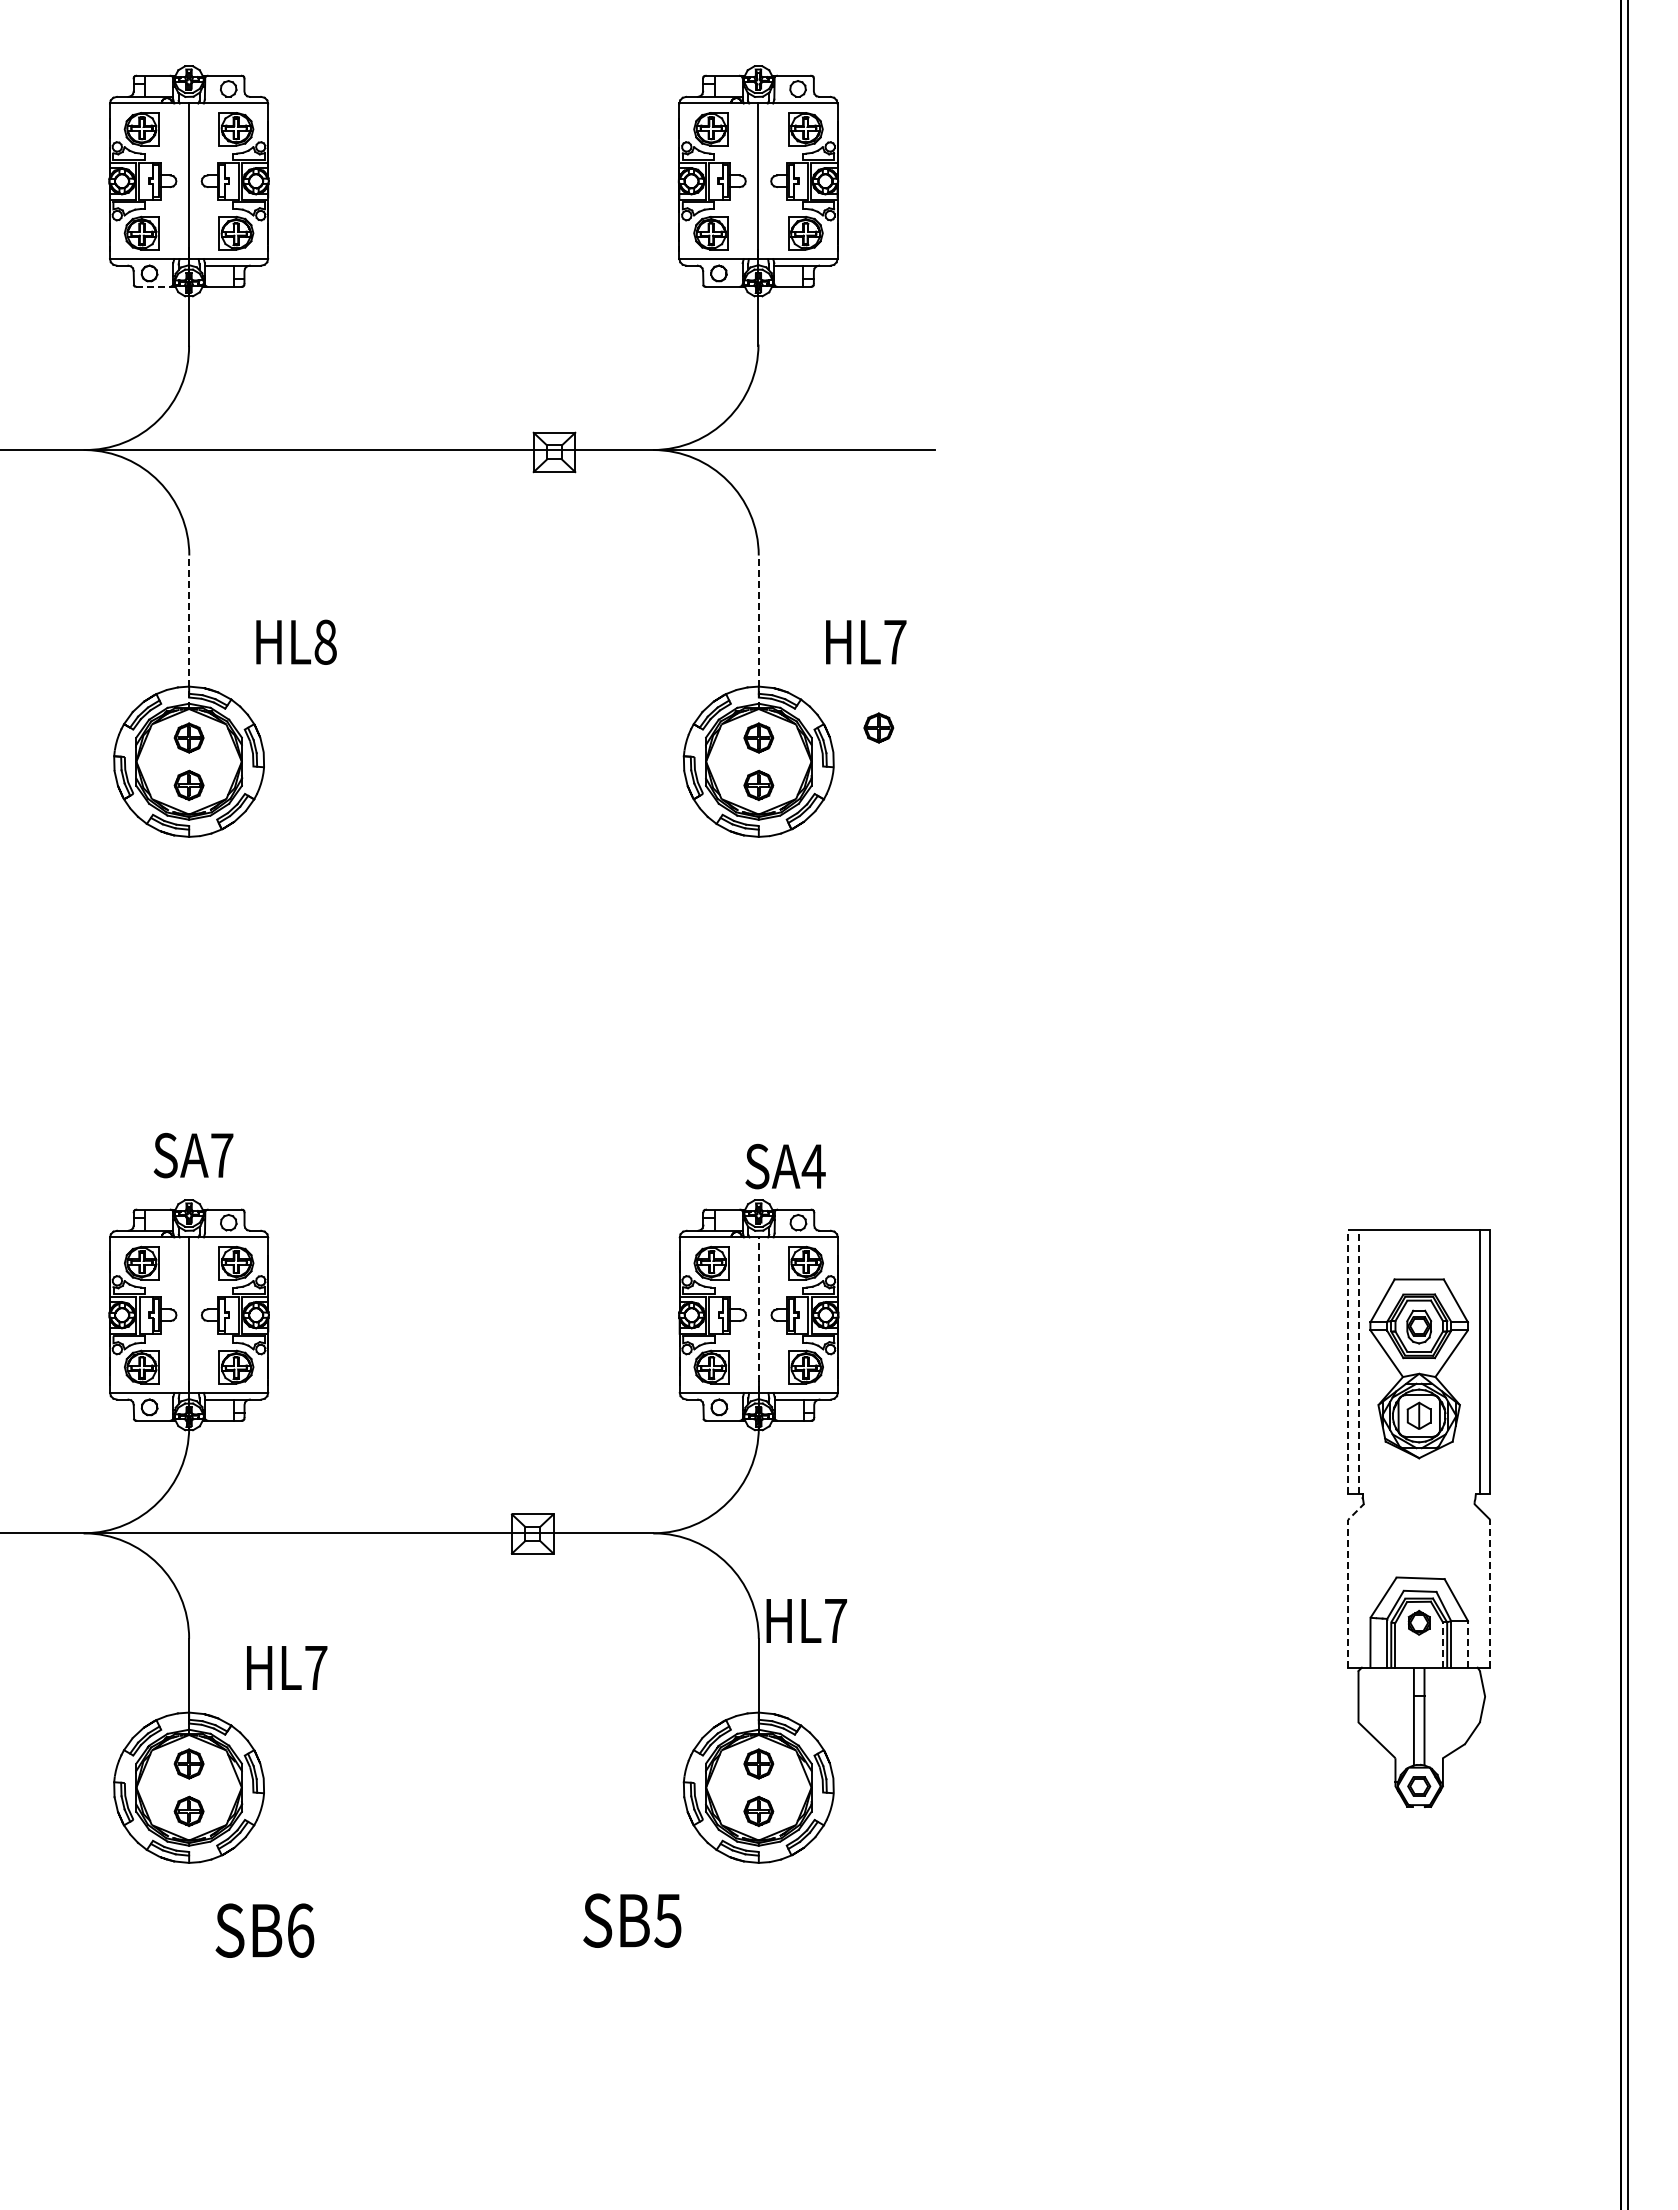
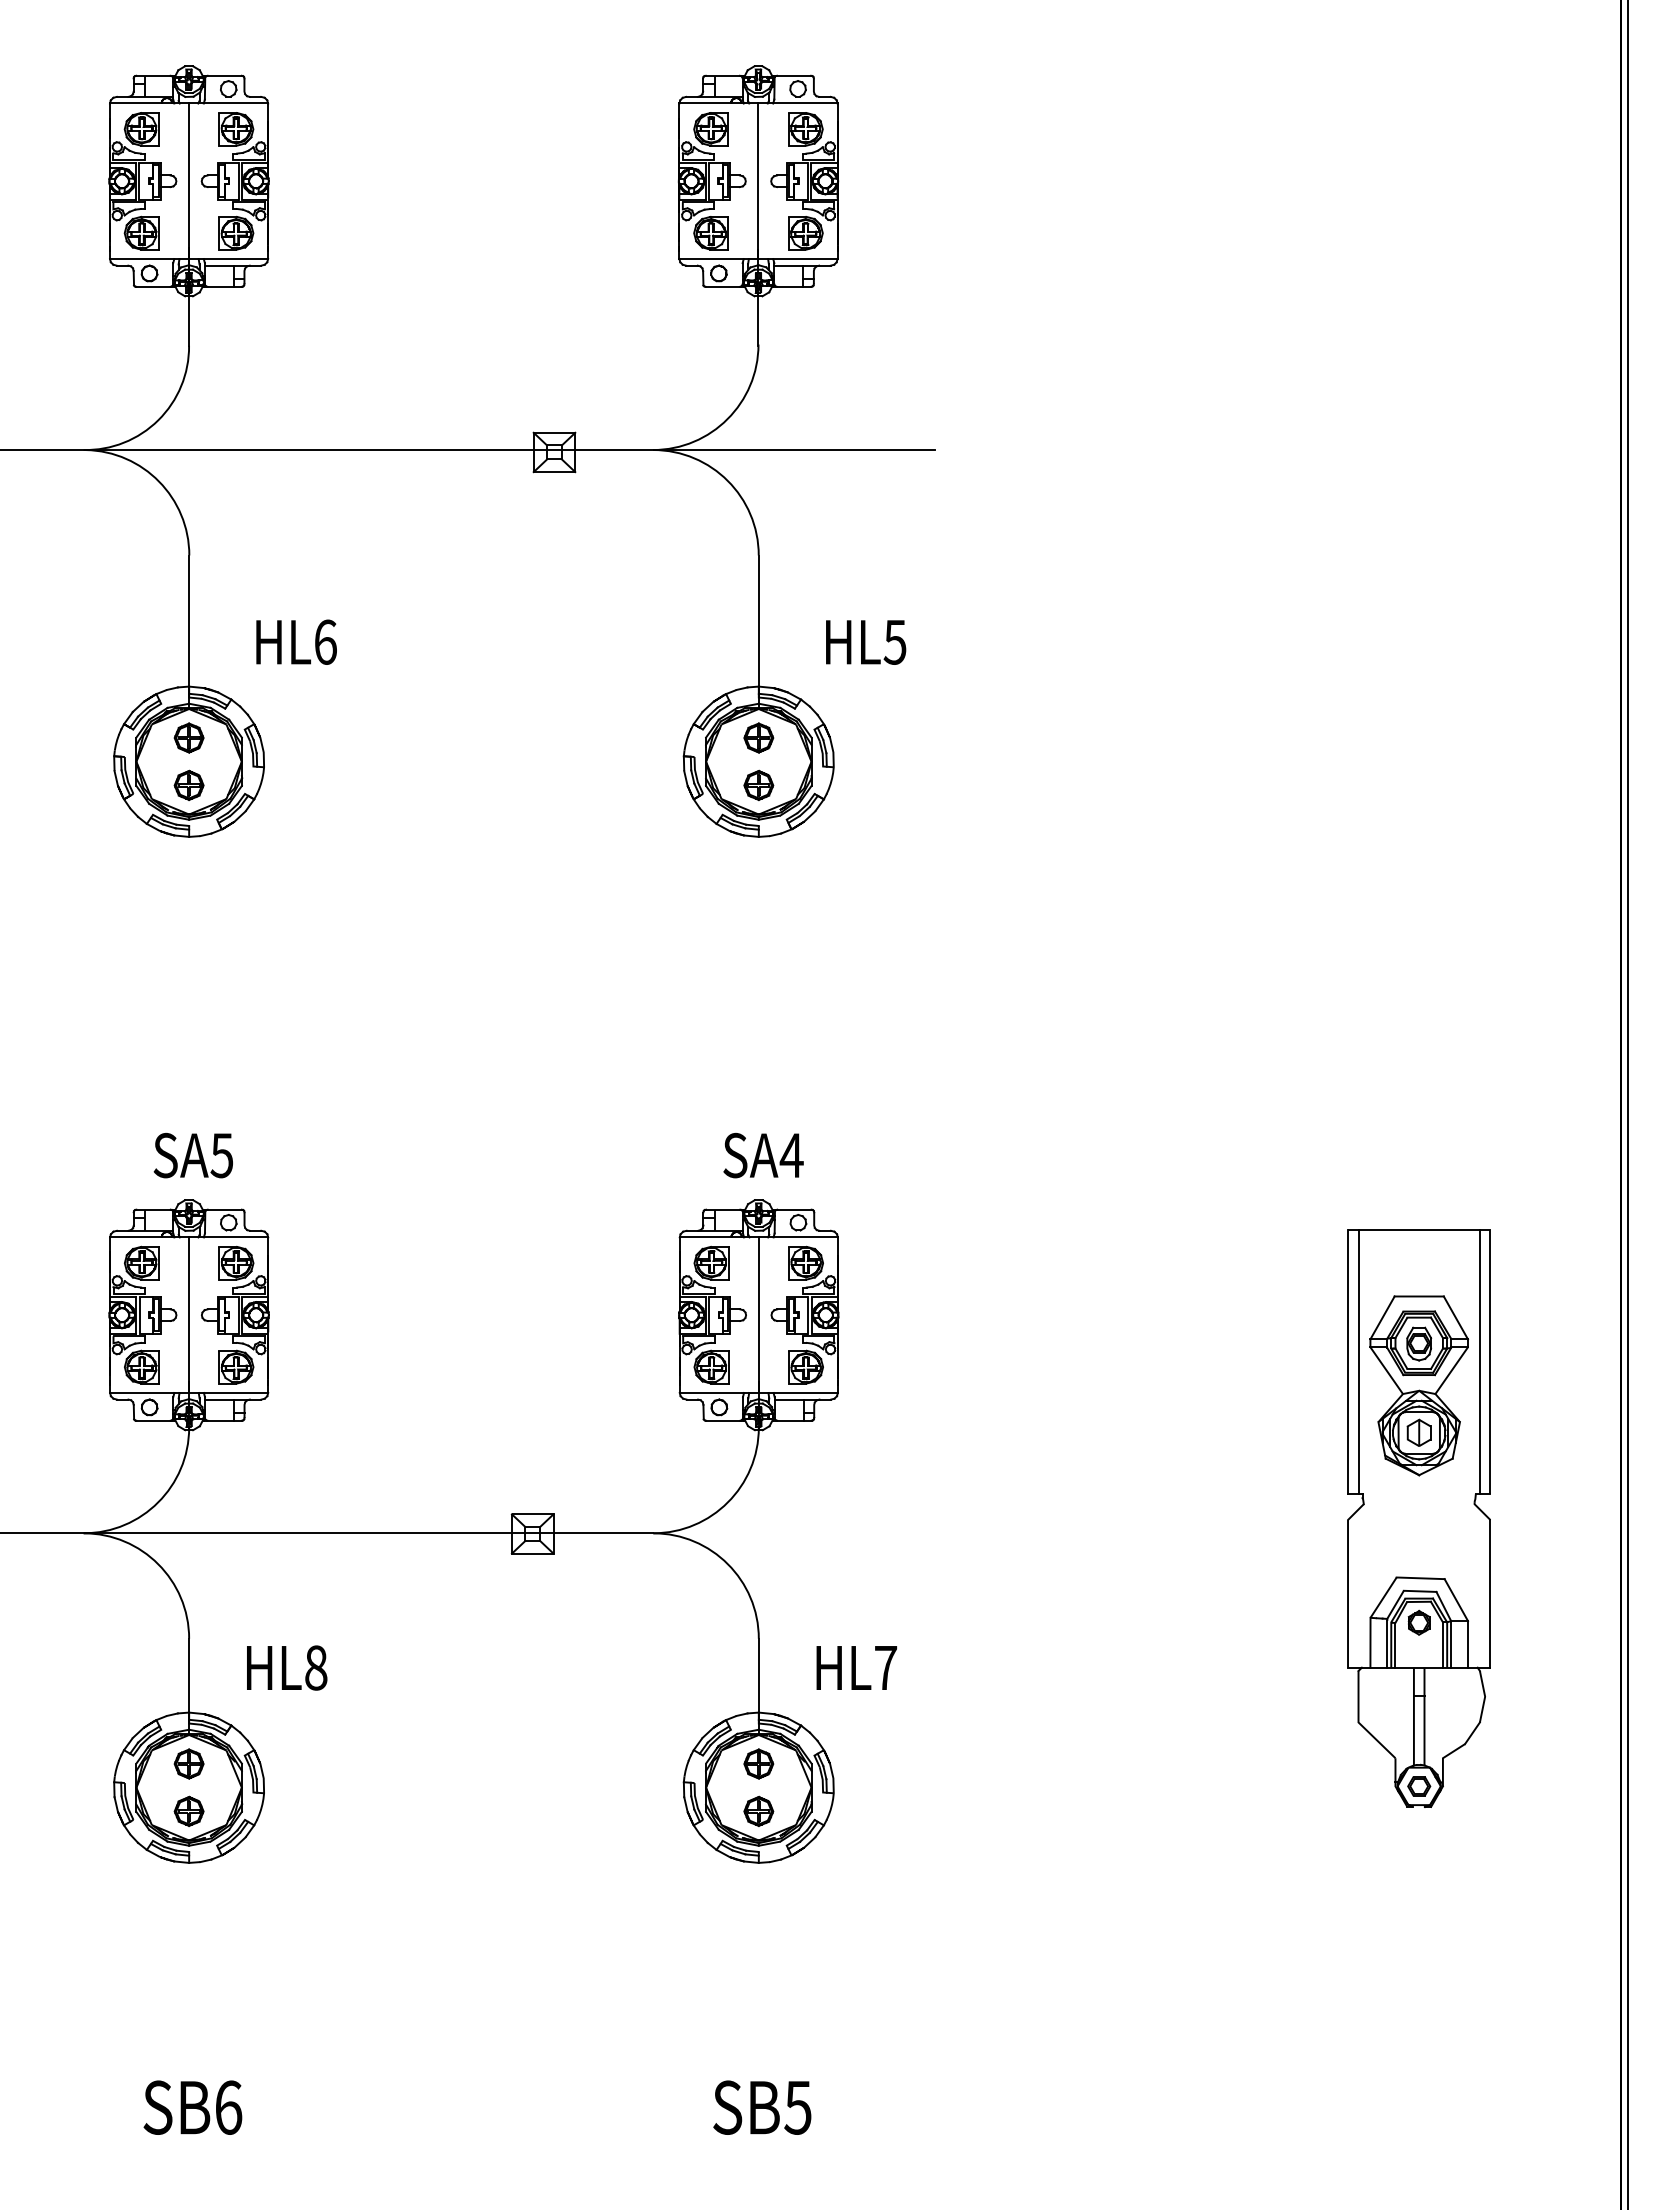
line at (155, 286): dashed -> solid
line at (189, 632): dashed -> solid
line at (758, 632): dashed -> solid
text at (325, 641): L8 -> L6
text at (894, 642): L7 -> L5
part at (878, 727): present -> none
text at (221, 1155): SA7 -> SA5
text at (785, 1166) position: (785, 1166) -> (763, 1155)
line at (758, 1315): dashed -> solid
line at (1348, 1361): dashed -> solid
line at (1358, 1361): dashed -> solid
part at (1419, 1368) position: (1419, 1368) -> (1419, 1385)
line at (1348, 1581): dashed -> solid
line at (1490, 1593): dashed -> solid
text at (806, 1620) position: (806, 1620) -> (856, 1667)
line at (1468, 1643): dashed -> solid
line at (1442, 1645): dashed -> solid
text at (316, 1667): L7 -> L8
text at (632, 1920) position: (632, 1920) -> (762, 2107)
text at (264, 1930) position: (264, 1930) -> (192, 2107)
